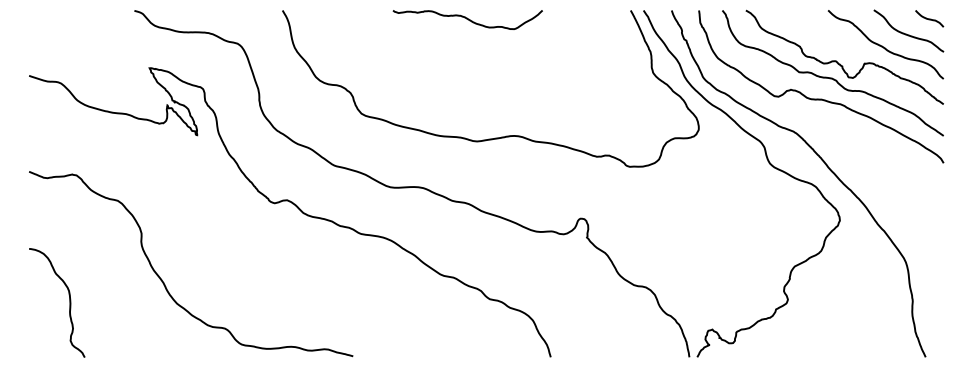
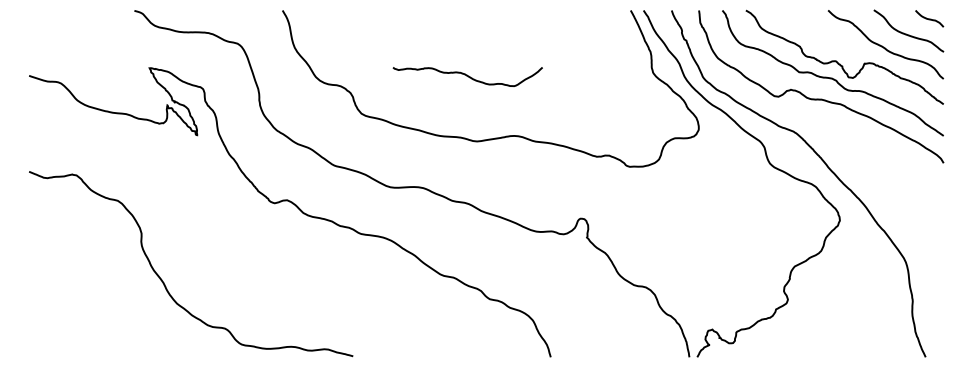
curve at (467, 19) position: (467, 19) -> (467, 76)
curve at (69, 302): present -> none
